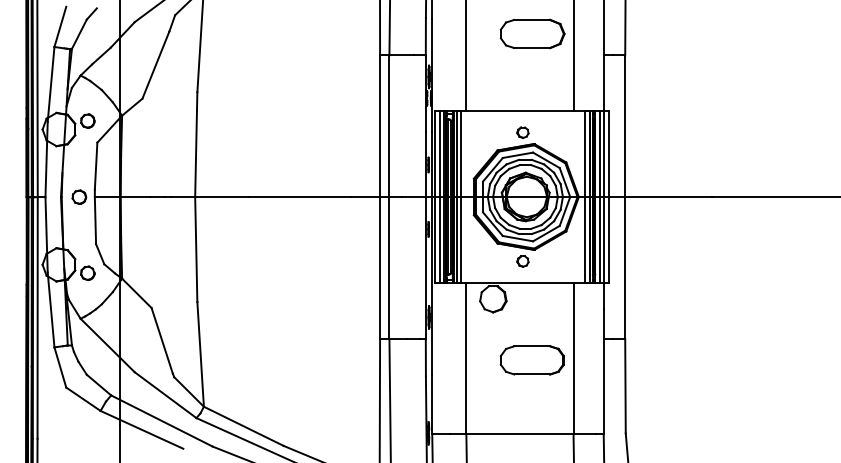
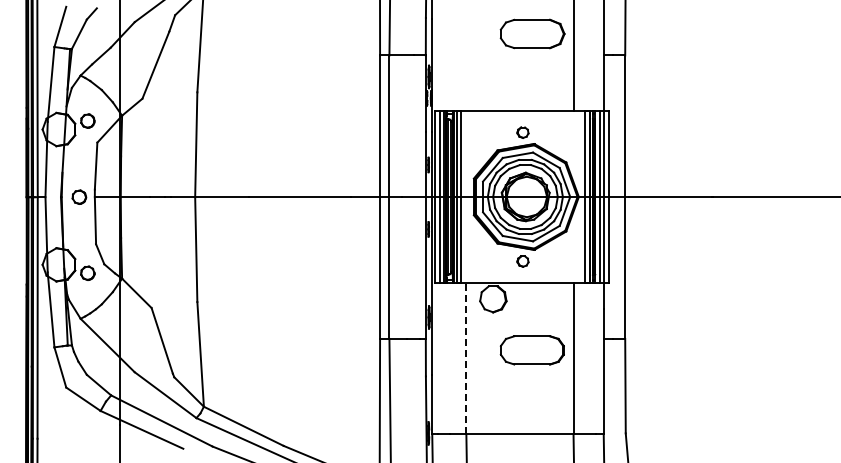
line at (466, 56): present -> none
line at (466, 358): solid -> dashed
part at (531, 360) position: (531, 360) -> (531, 350)
